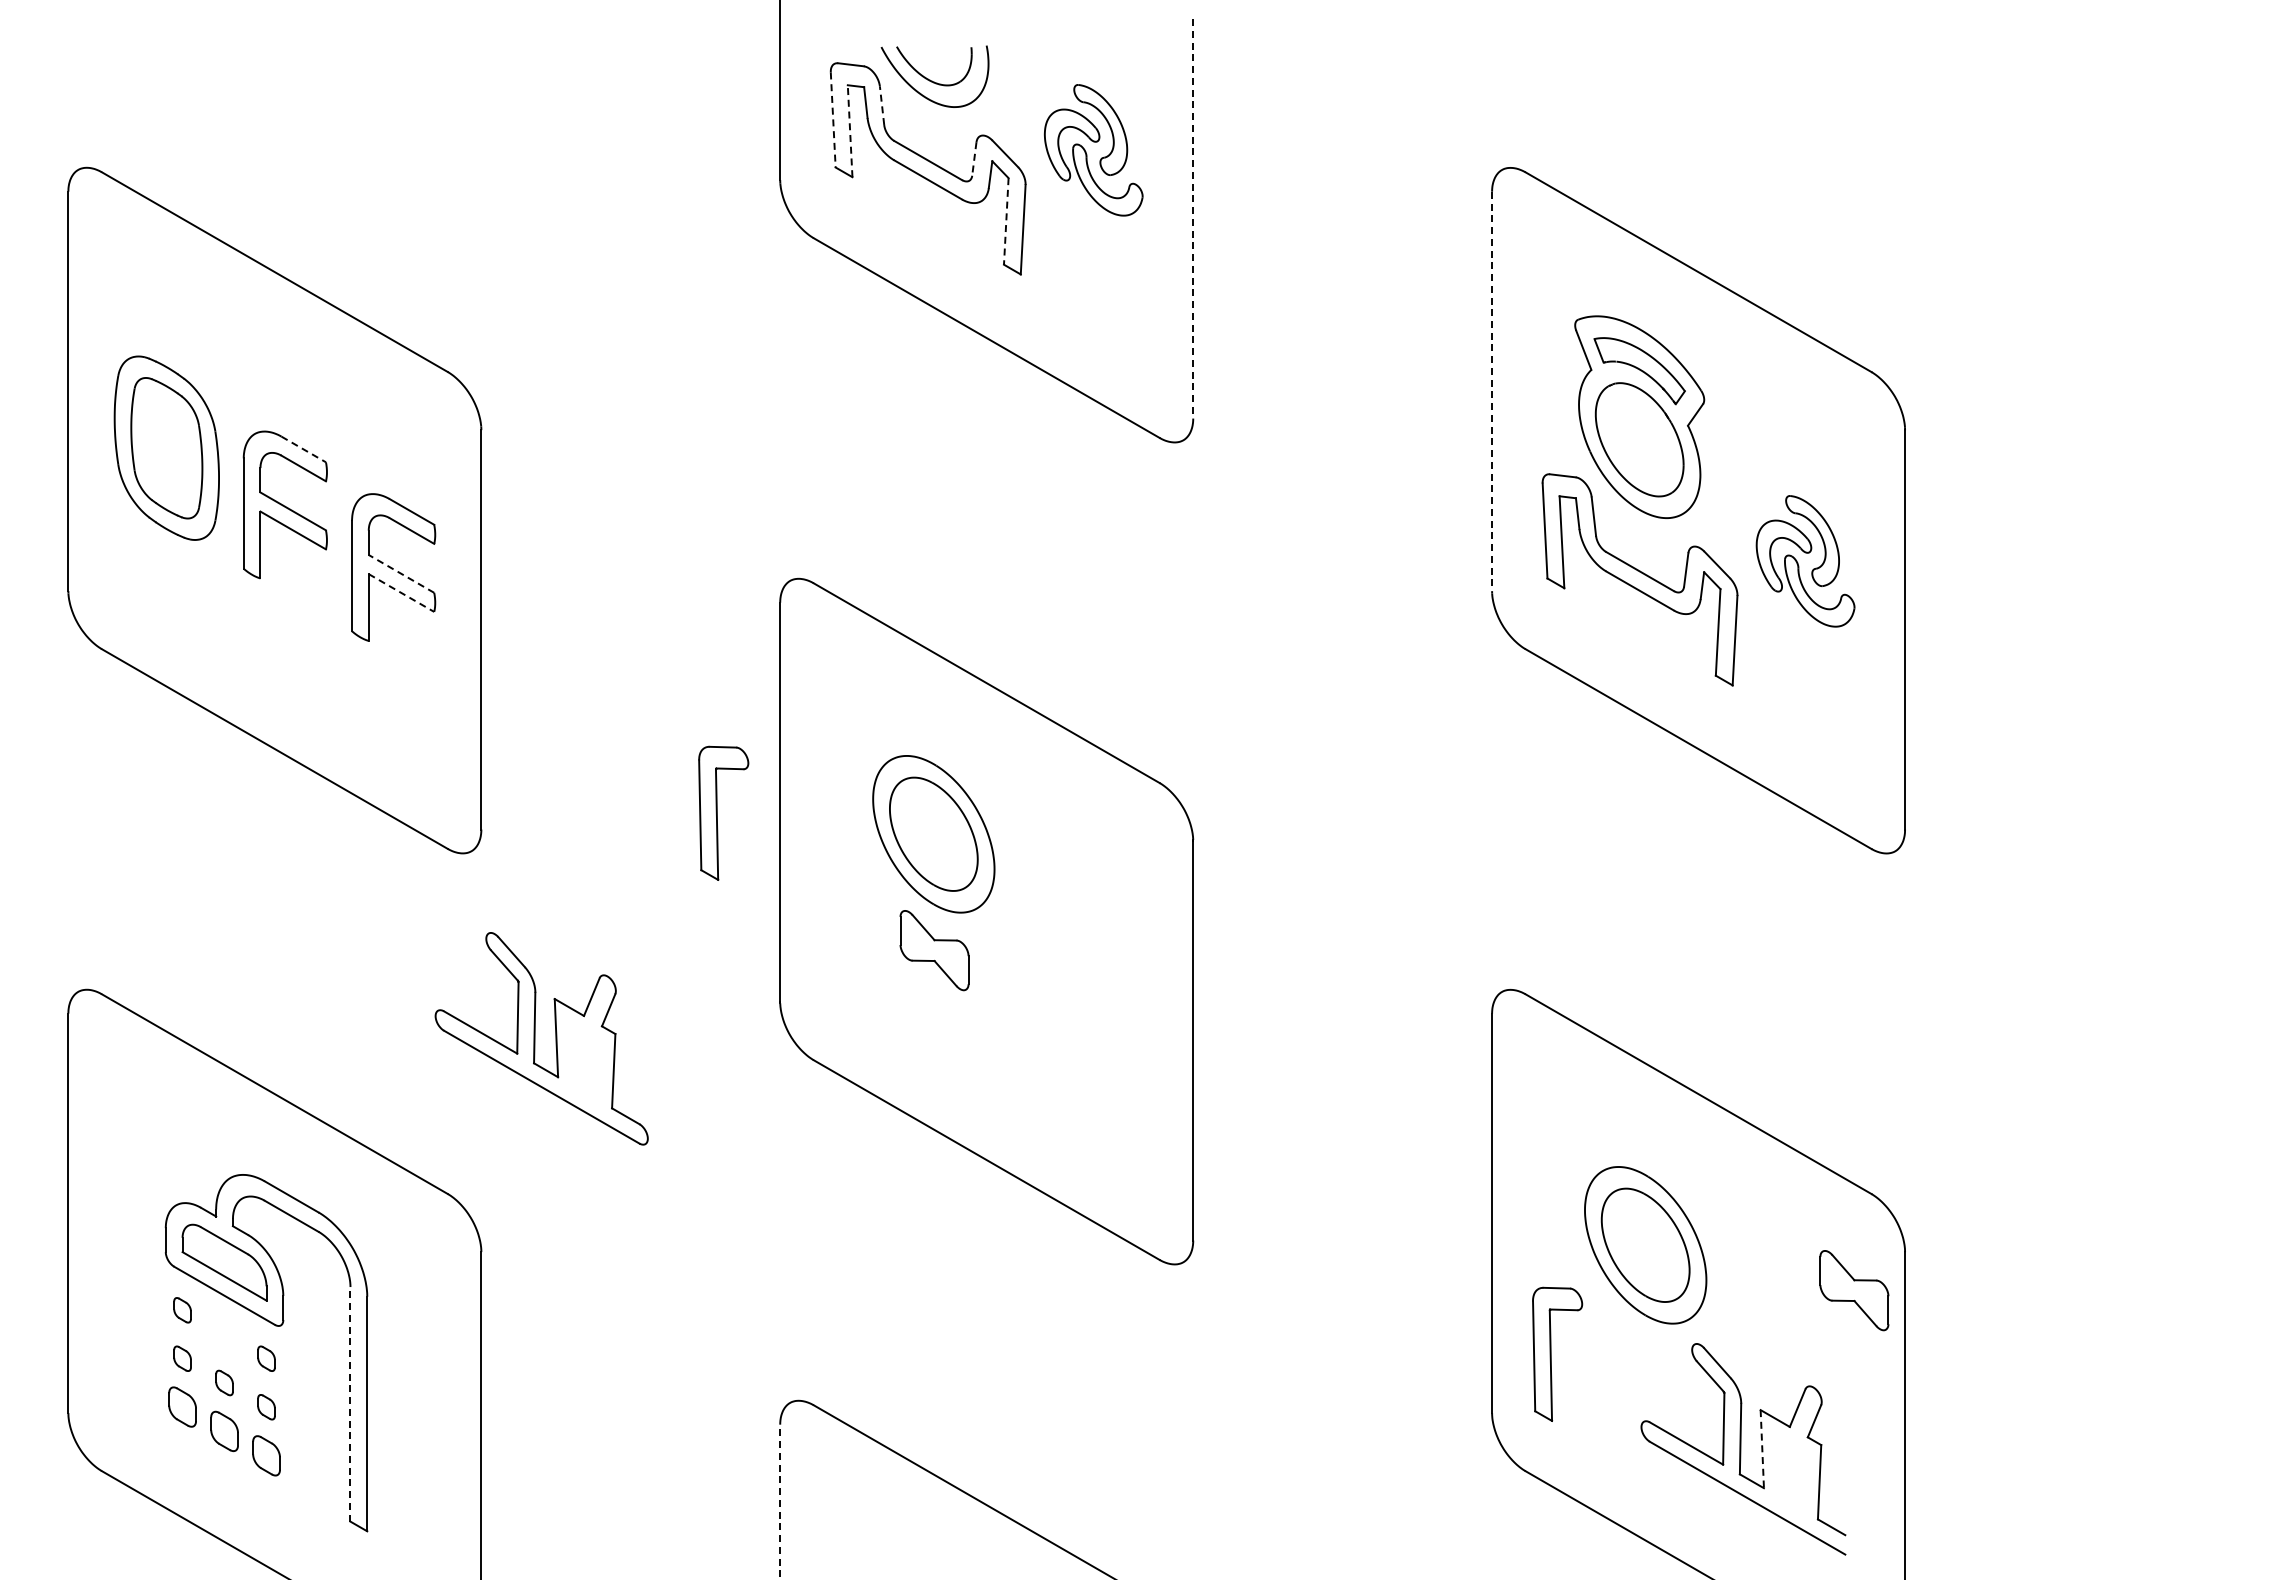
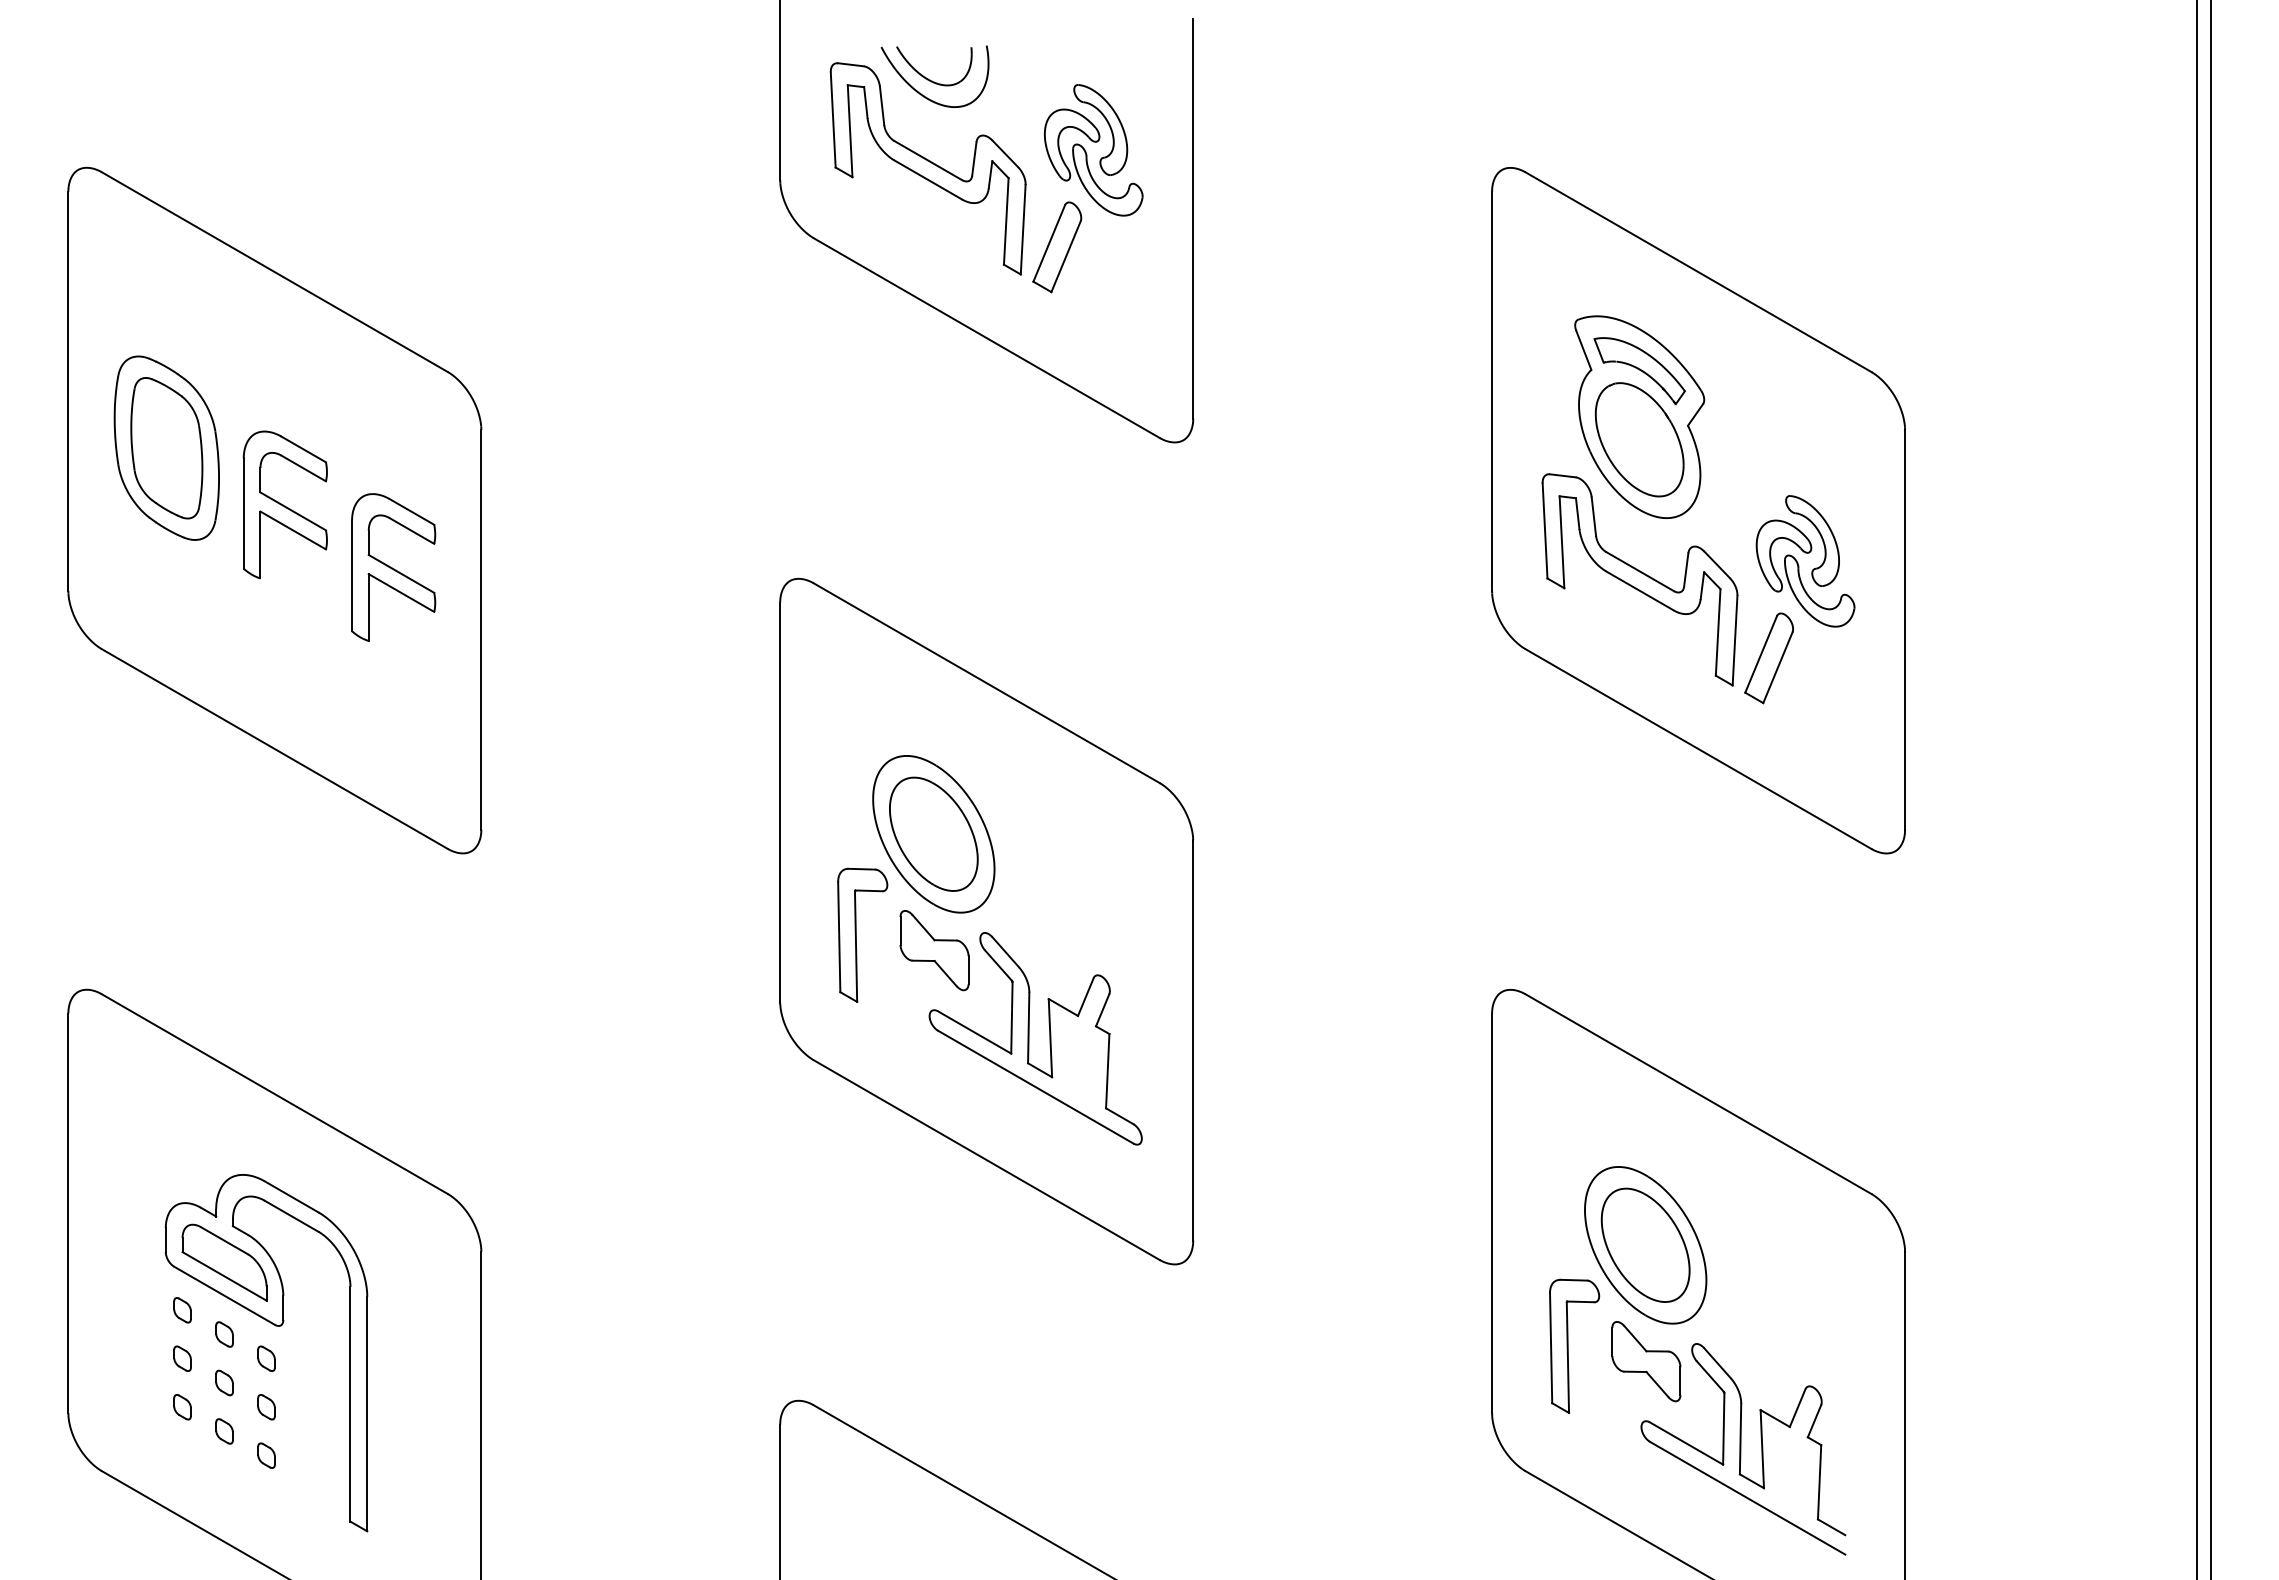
line at (882, 105): dashed -> solid
line at (833, 119): dashed -> solid
line at (850, 130): dashed -> solid
line at (974, 158): dashed -> solid
line at (1193, 218): dashed -> solid
line at (1006, 221): dashed -> solid
part at (1057, 247): none -> present
line at (1492, 391): dashed -> solid
line at (303, 449): dashed -> solid
line at (401, 573): dashed -> solid
line at (401, 593): dashed -> solid
part at (1768, 658): none -> present
line at (2197, 789): none -> present
line at (2210, 789): none -> present
part at (723, 812) position: (723, 812) -> (862, 934)
part at (541, 1038) position: (541, 1038) -> (1035, 1038)
part at (1854, 1290) position: (1854, 1290) -> (1646, 1361)
part at (224, 1334): none -> present
part at (1557, 1353) position: (1557, 1353) -> (1574, 1345)
line at (350, 1403): dashed -> solid
part at (182, 1406) size: 29x42 px -> 19x27 px
part at (224, 1431) size: 29x43 px -> 19x27 px
line at (1762, 1449): dashed -> solid
part at (266, 1455) size: 29x42 px -> 19x27 px
line at (780, 1501): dashed -> solid
